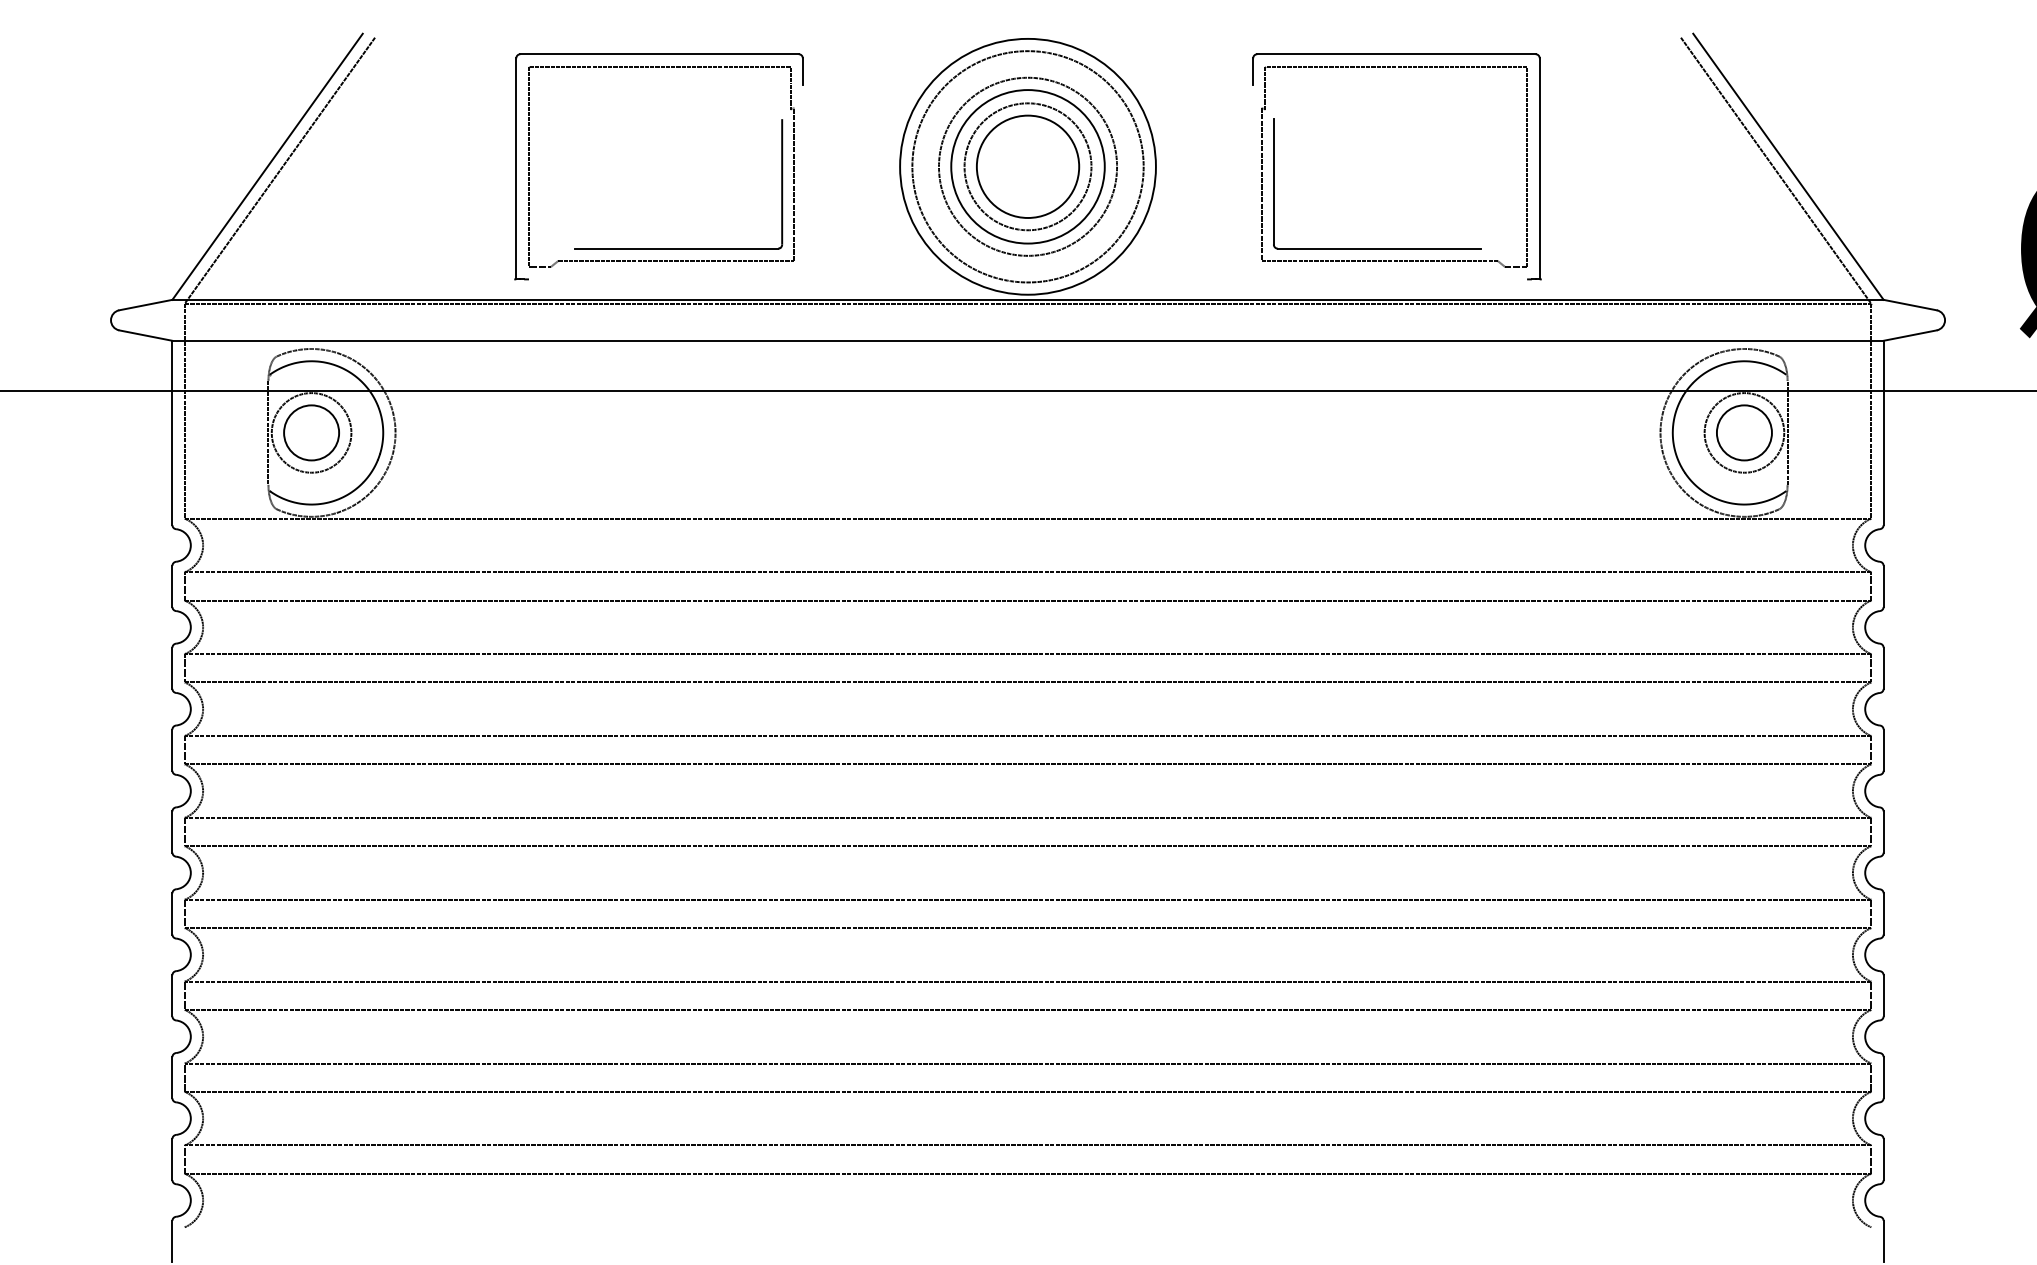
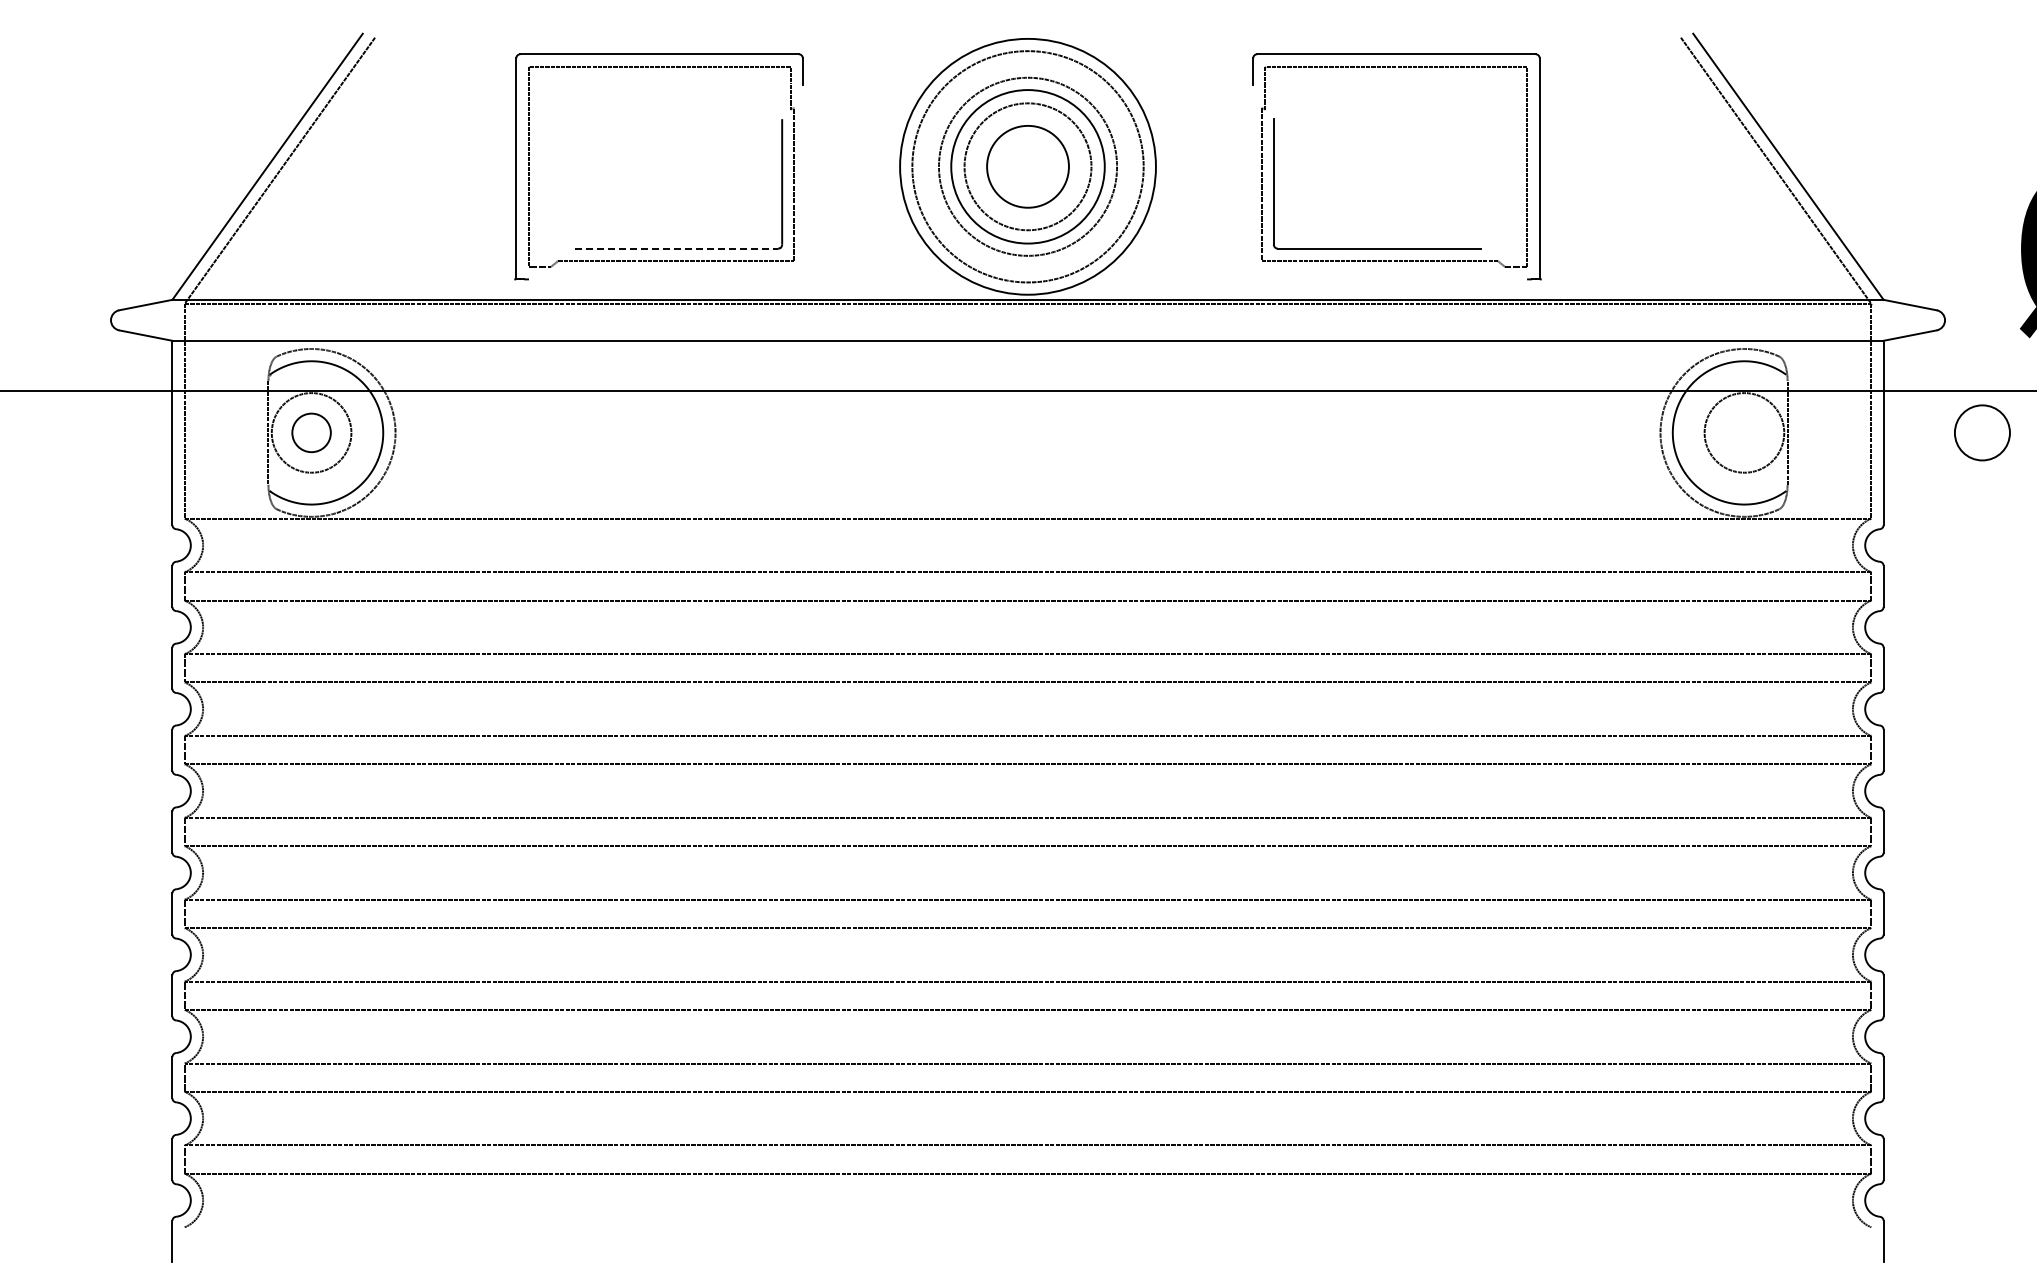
circle at (1027, 166) diameter: 102 px -> 82 px
line at (676, 248): solid -> dashed
circle at (311, 432) diameter: 55 px -> 39 px
circle at (1744, 432) position: (1744, 432) -> (1982, 432)
